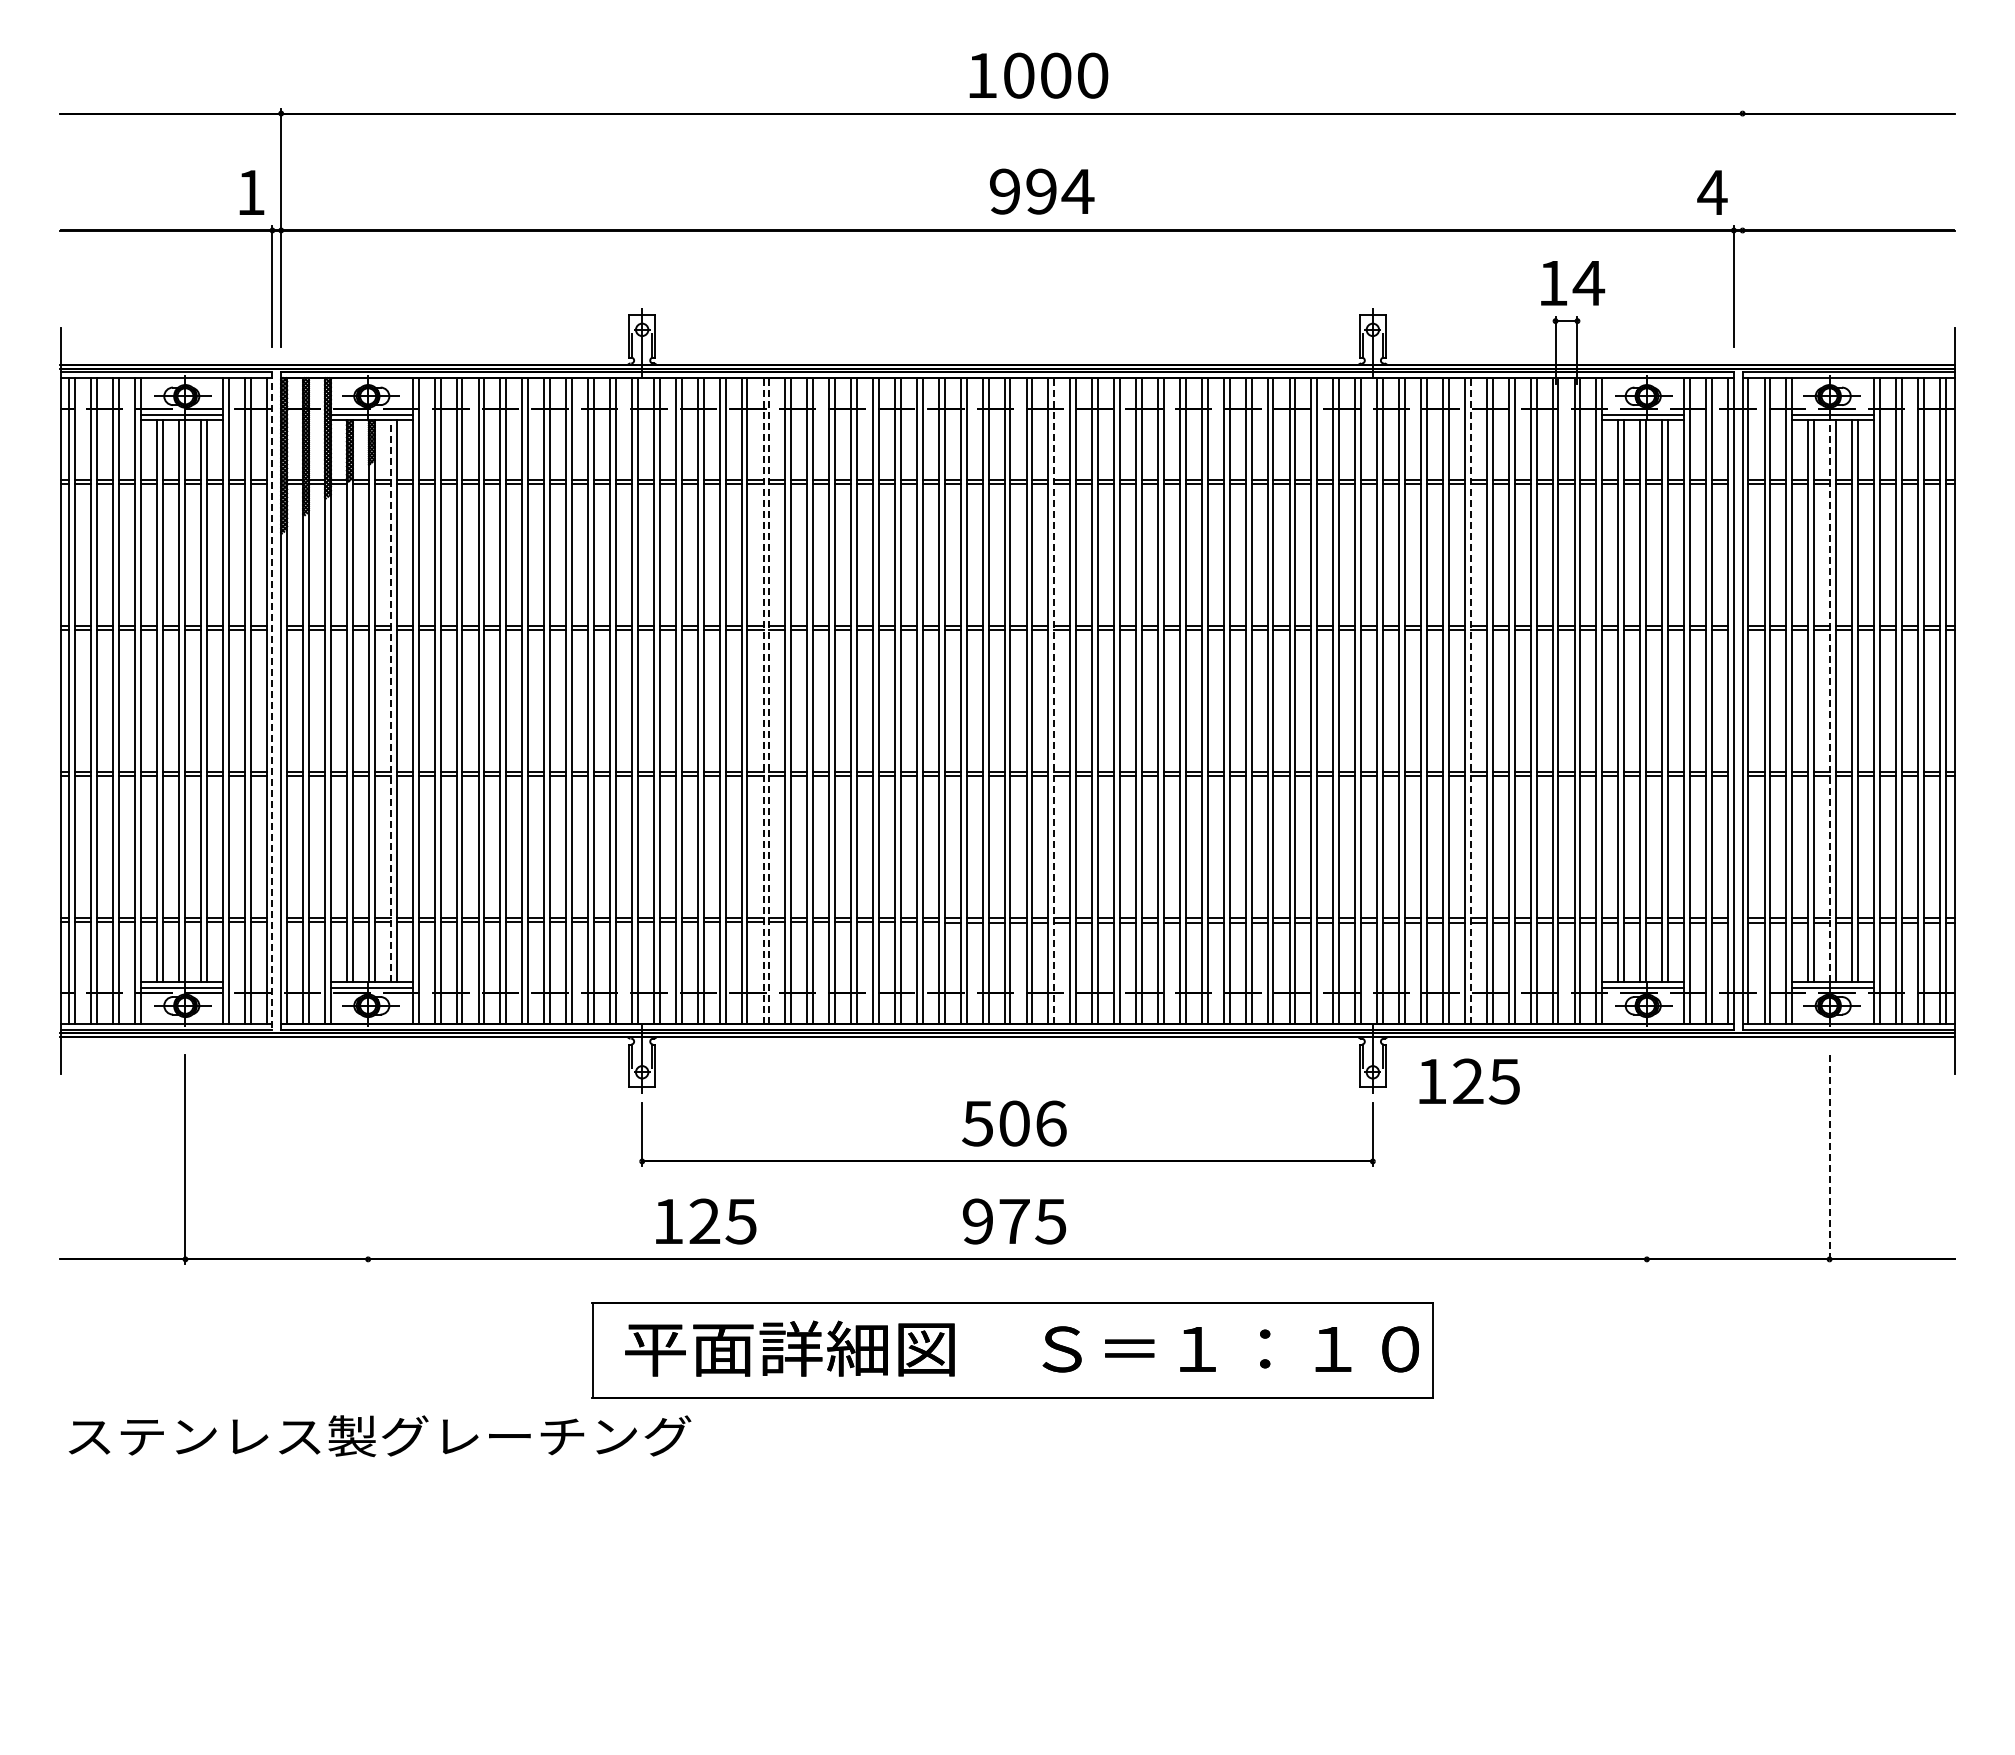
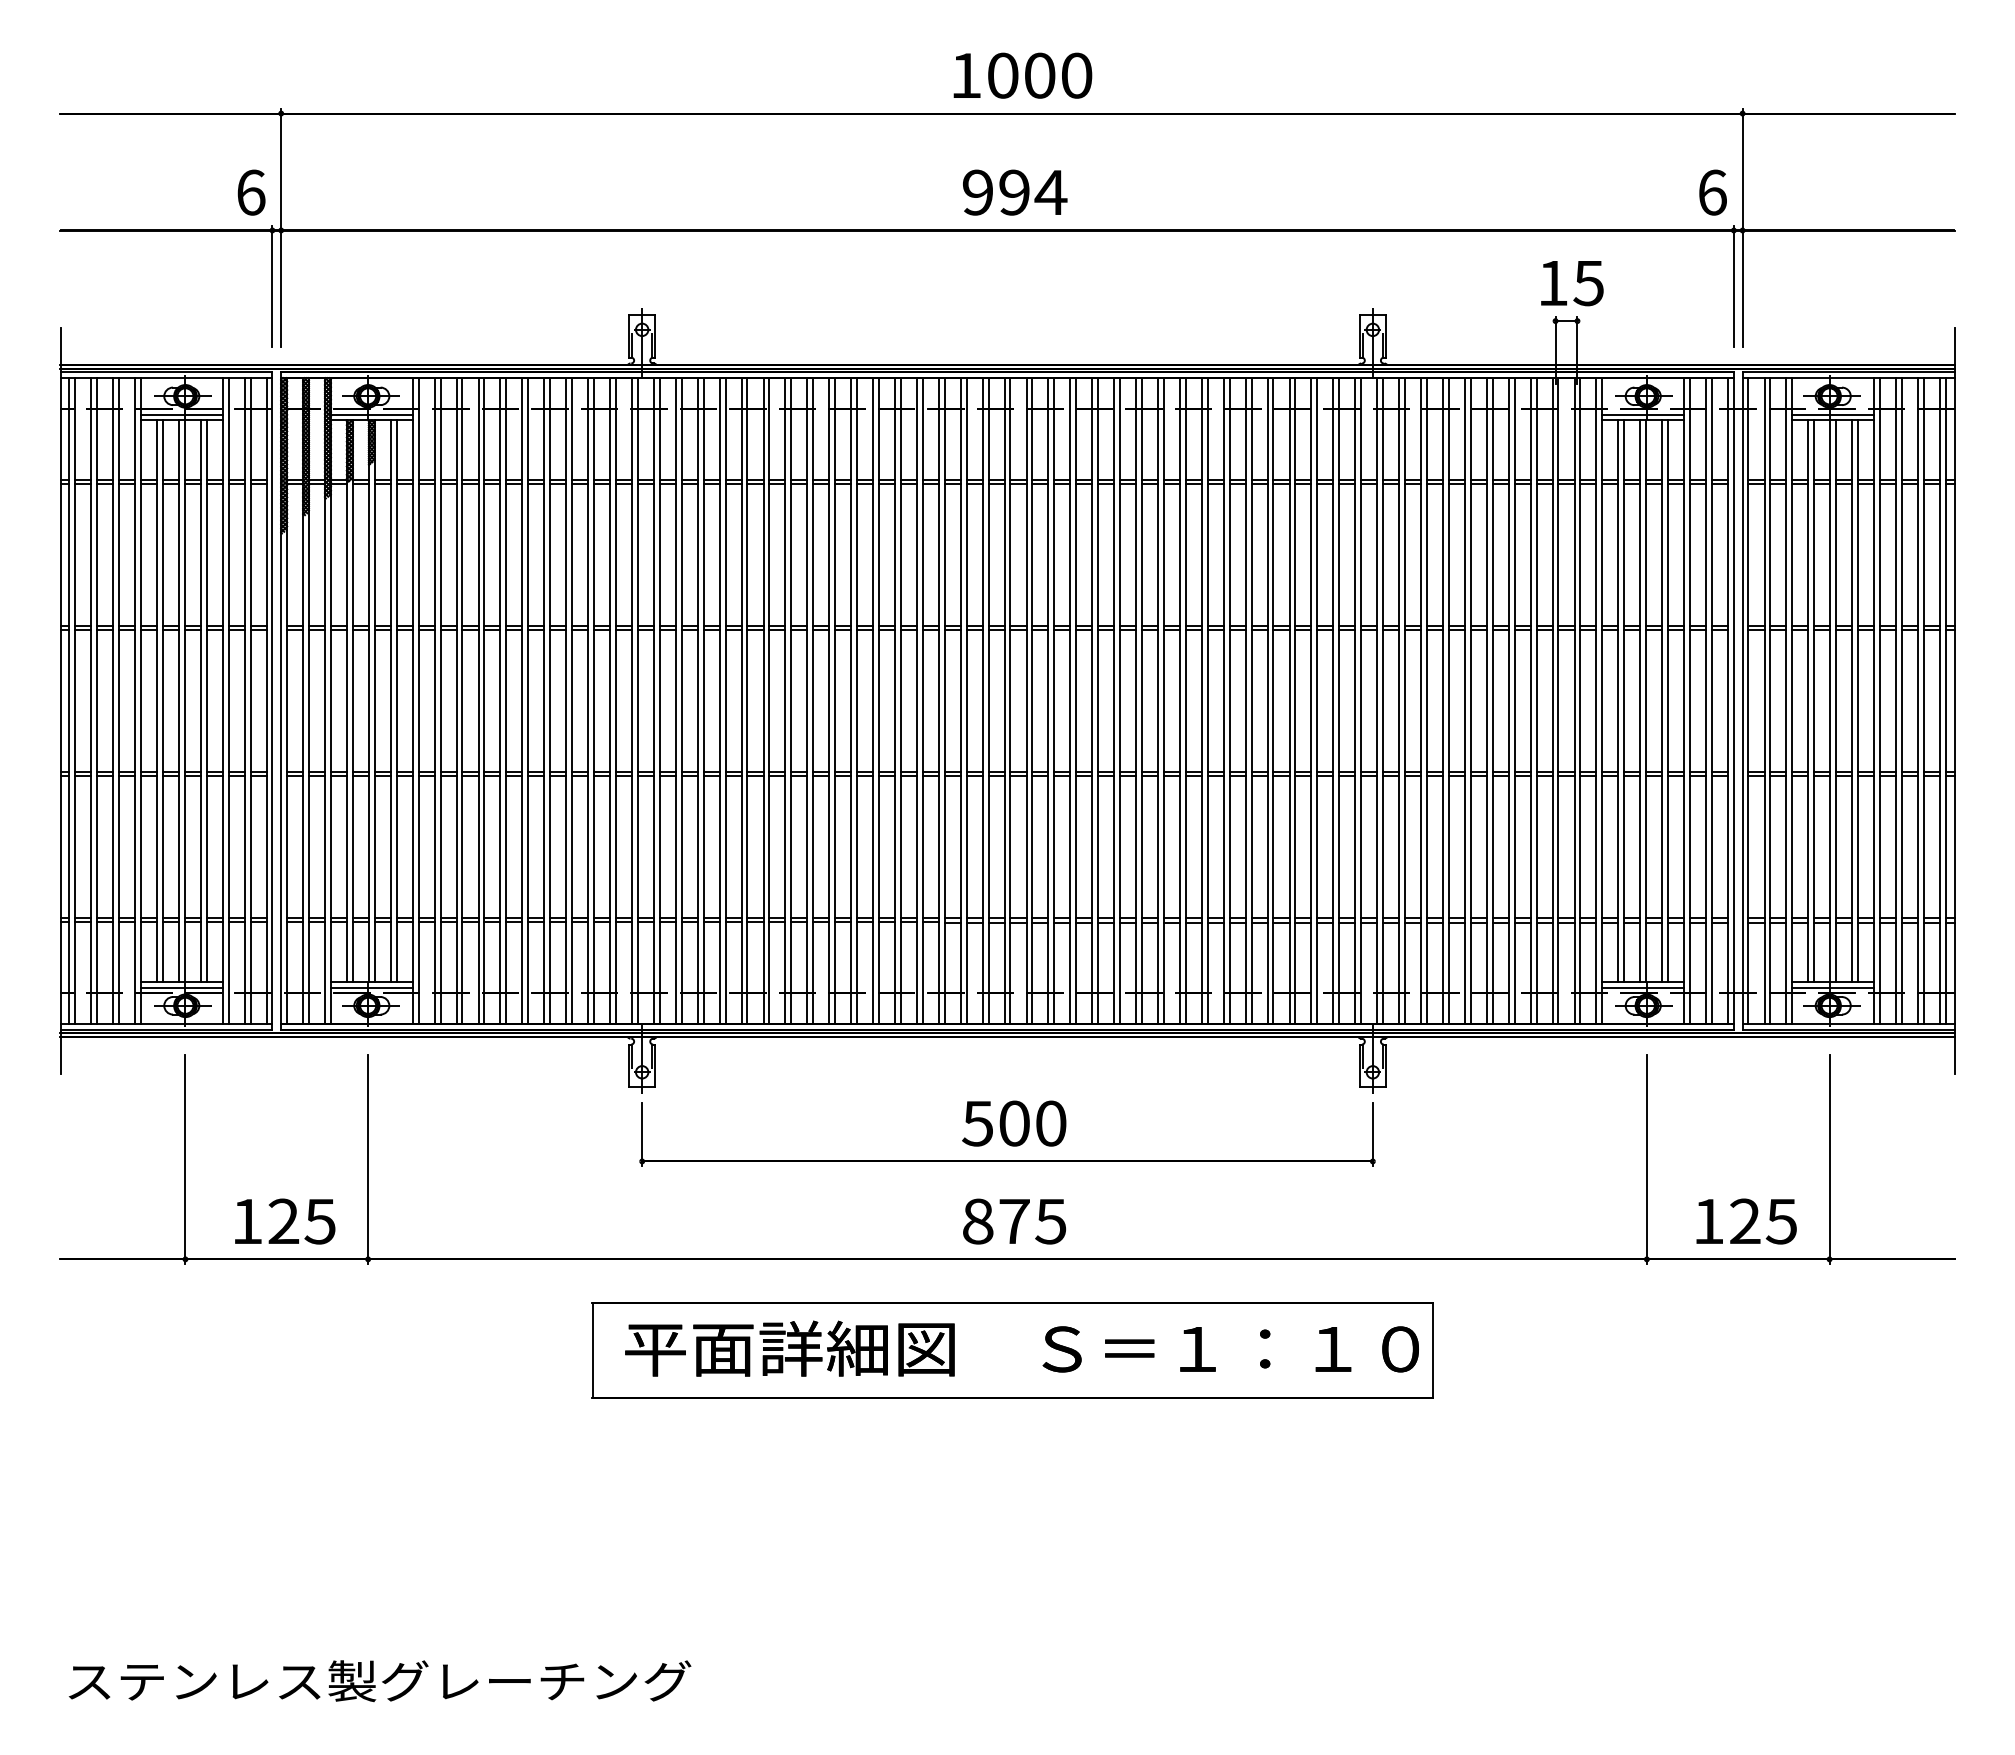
text at (1038, 75) position: (1038, 75) -> (1022, 75)
text at (1042, 191) position: (1042, 191) -> (1015, 192)
text at (251, 192): 1 -> 6
text at (1712, 192): 4 -> 6
line at (1742, 228): none -> present
text at (1588, 283): 14 -> 15
line at (272, 701): dashed -> solid
line at (390, 701): dashed -> solid
line at (763, 701): dashed -> solid
line at (769, 701): dashed -> solid
line at (1054, 701): dashed -> solid
line at (1470, 701): dashed -> solid
line at (1830, 701): dashed -> solid
text at (1469, 1081) position: (1469, 1081) -> (1746, 1221)
text at (1051, 1123): 506 -> 500
line at (368, 1158): none -> present
line at (1646, 1158): none -> present
line at (1829, 1159): dashed -> solid
text at (706, 1221) position: (706, 1221) -> (285, 1221)
text at (978, 1221): 975 -> 875
text at (379, 1436) position: (379, 1436) -> (379, 1681)
